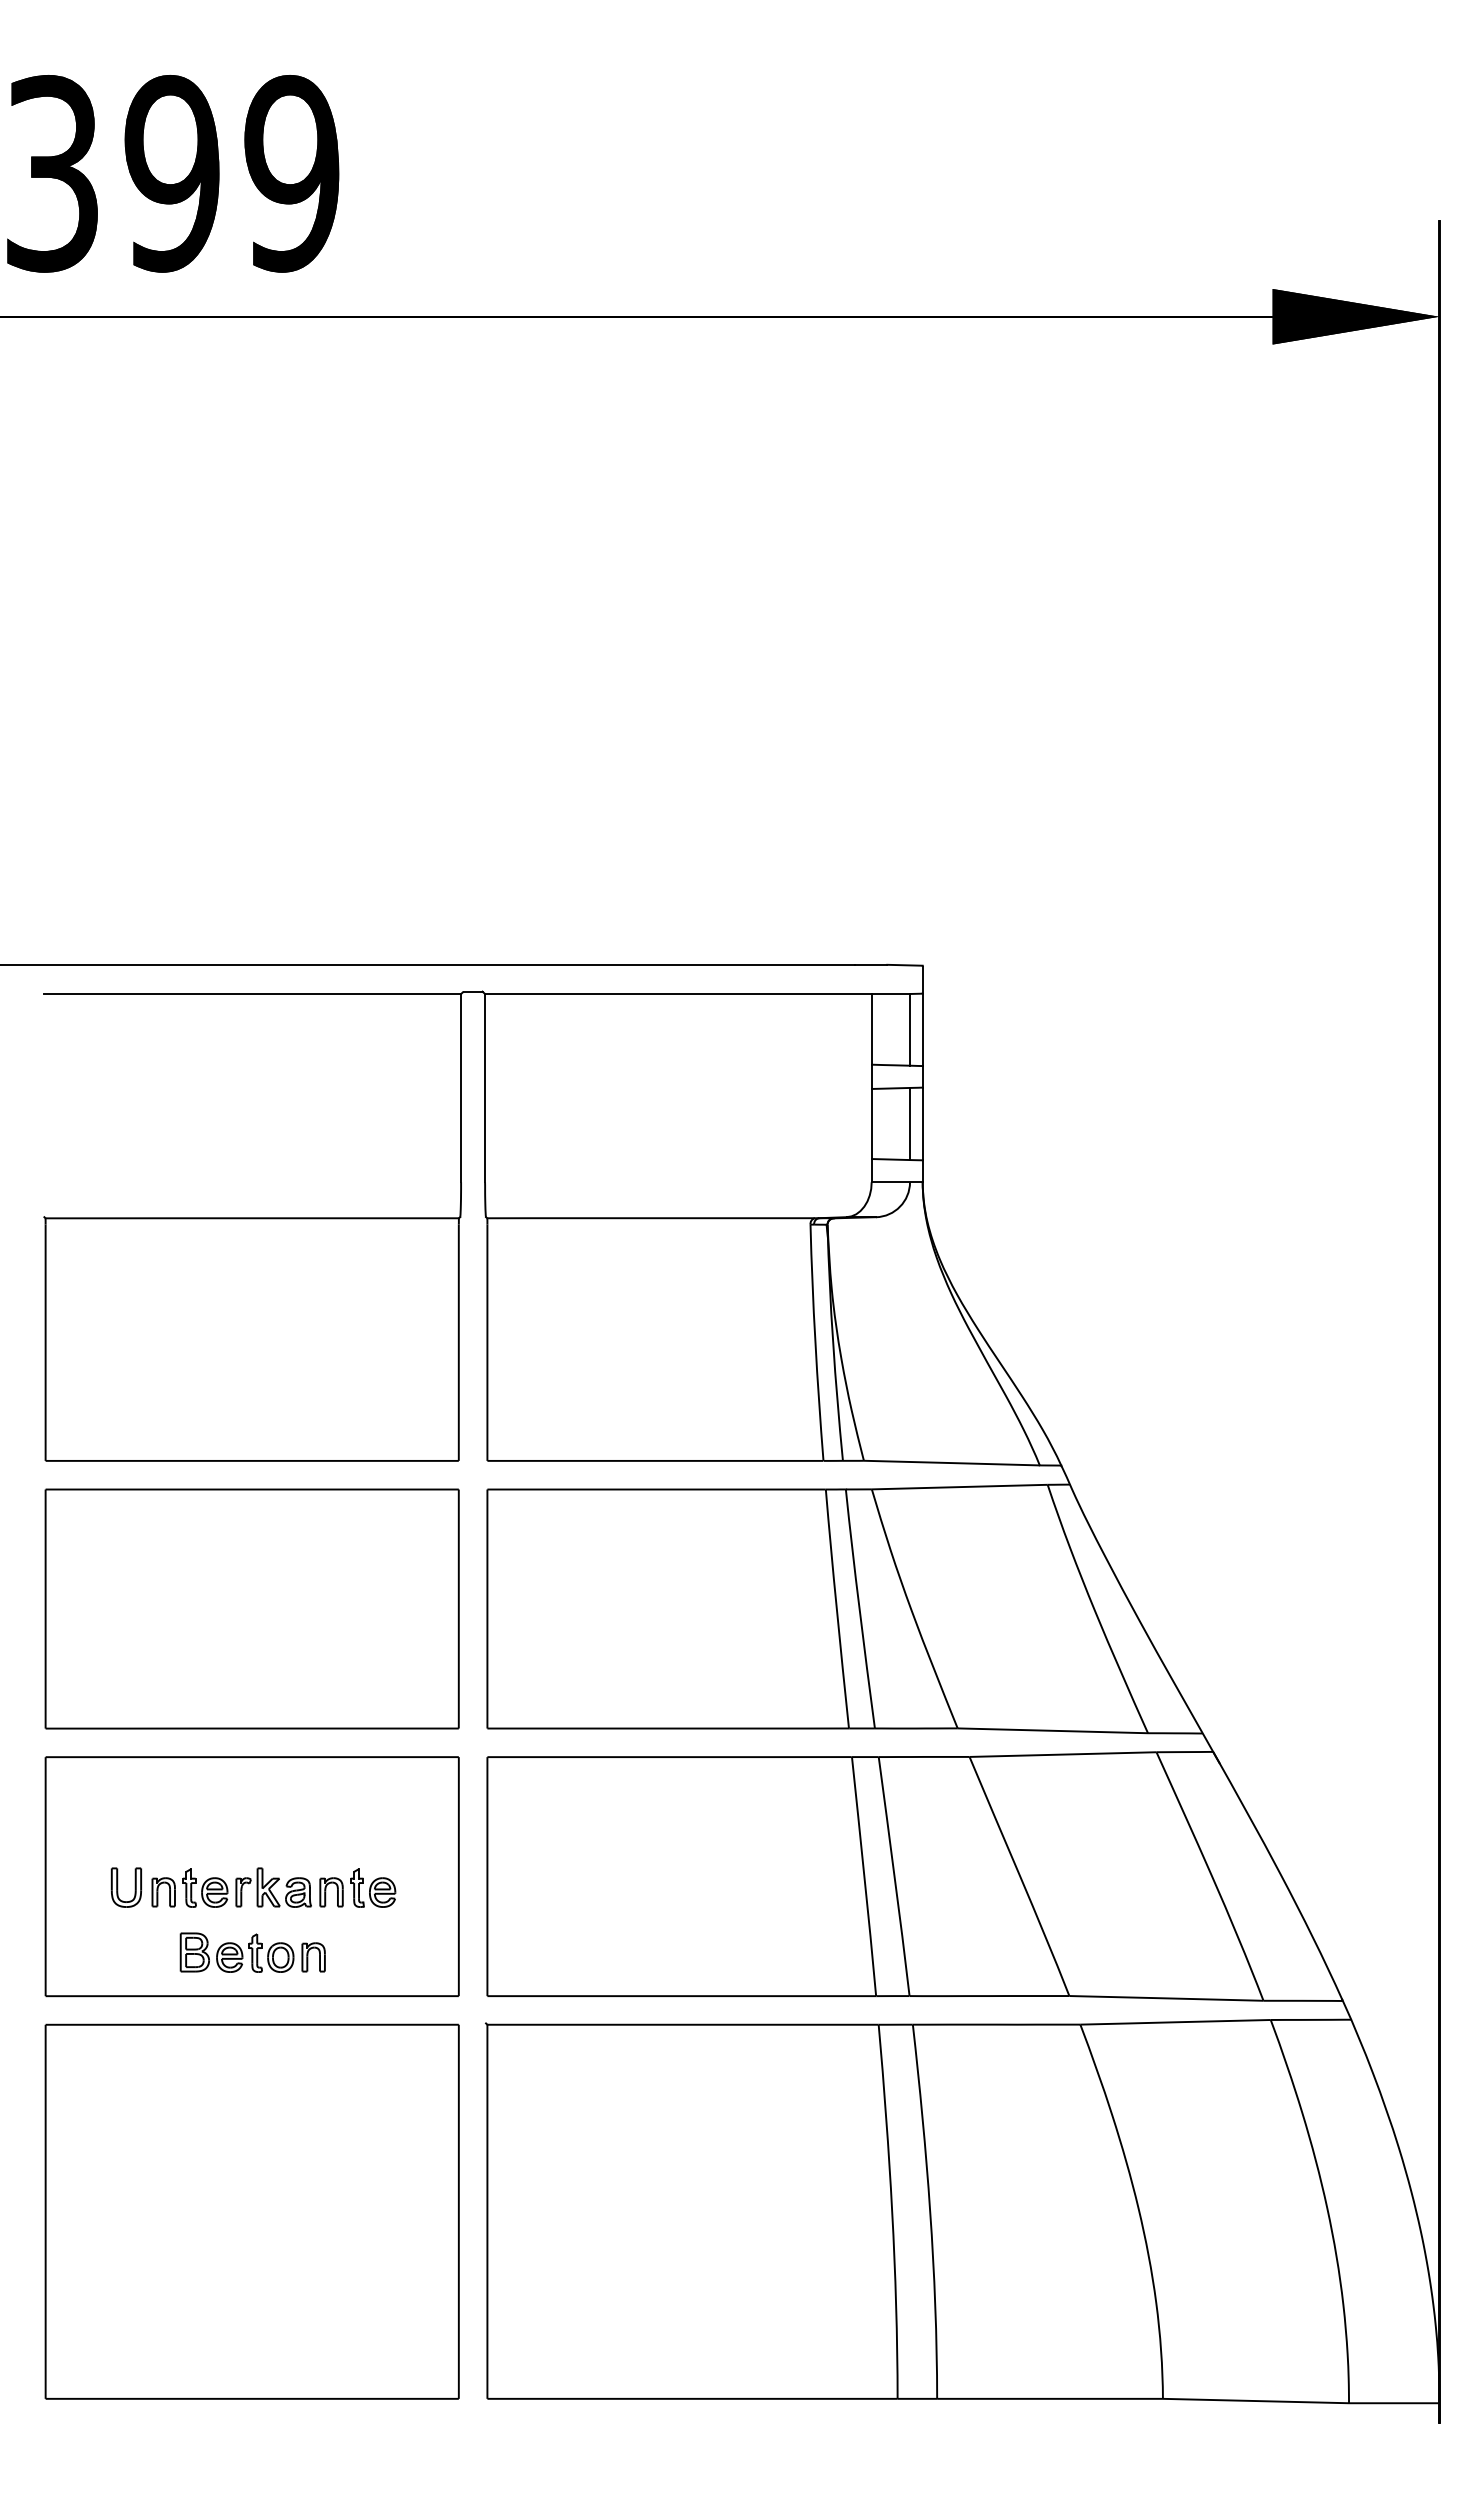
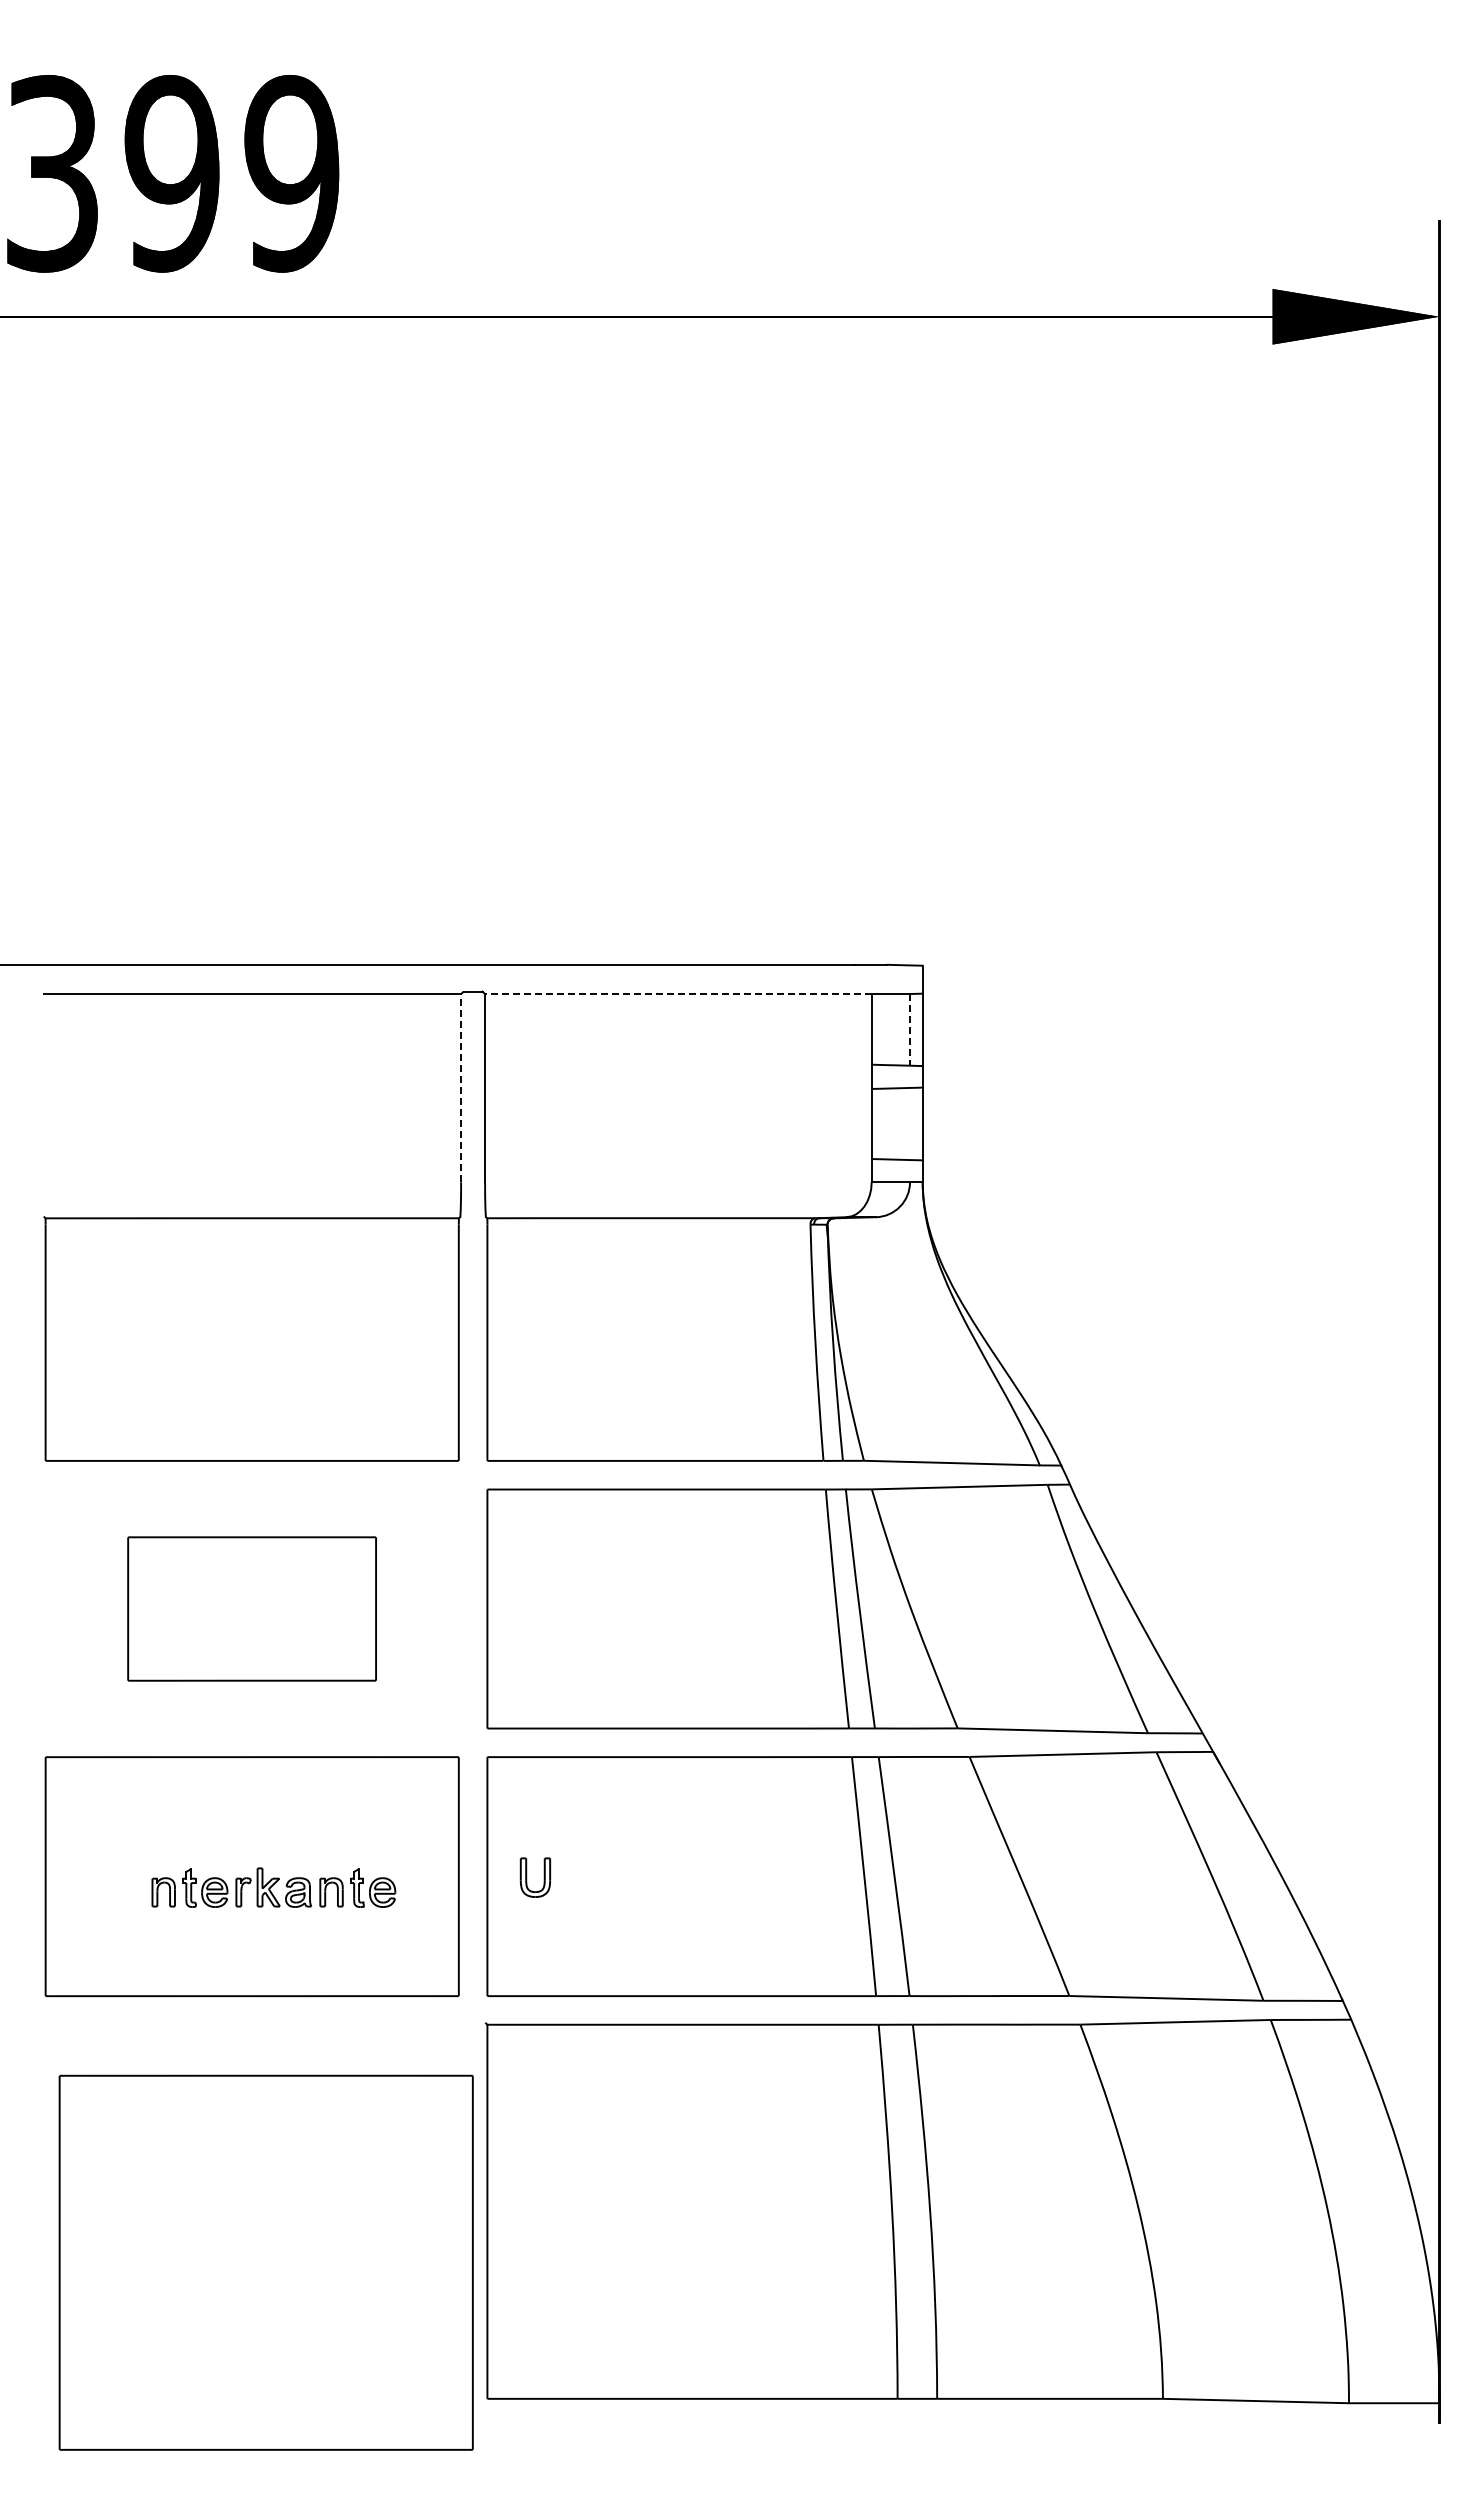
line at (677, 994): solid -> dashed
line at (910, 1029): solid -> dashed
line at (461, 1087): solid -> dashed
line at (910, 1123): present -> none
part at (251, 1608) size: 416x242 px -> 250x146 px
part at (118, 1887) position: (118, 1887) -> (527, 1877)
part at (252, 1952): present -> none
part at (251, 2211) position: (251, 2211) -> (265, 2262)
